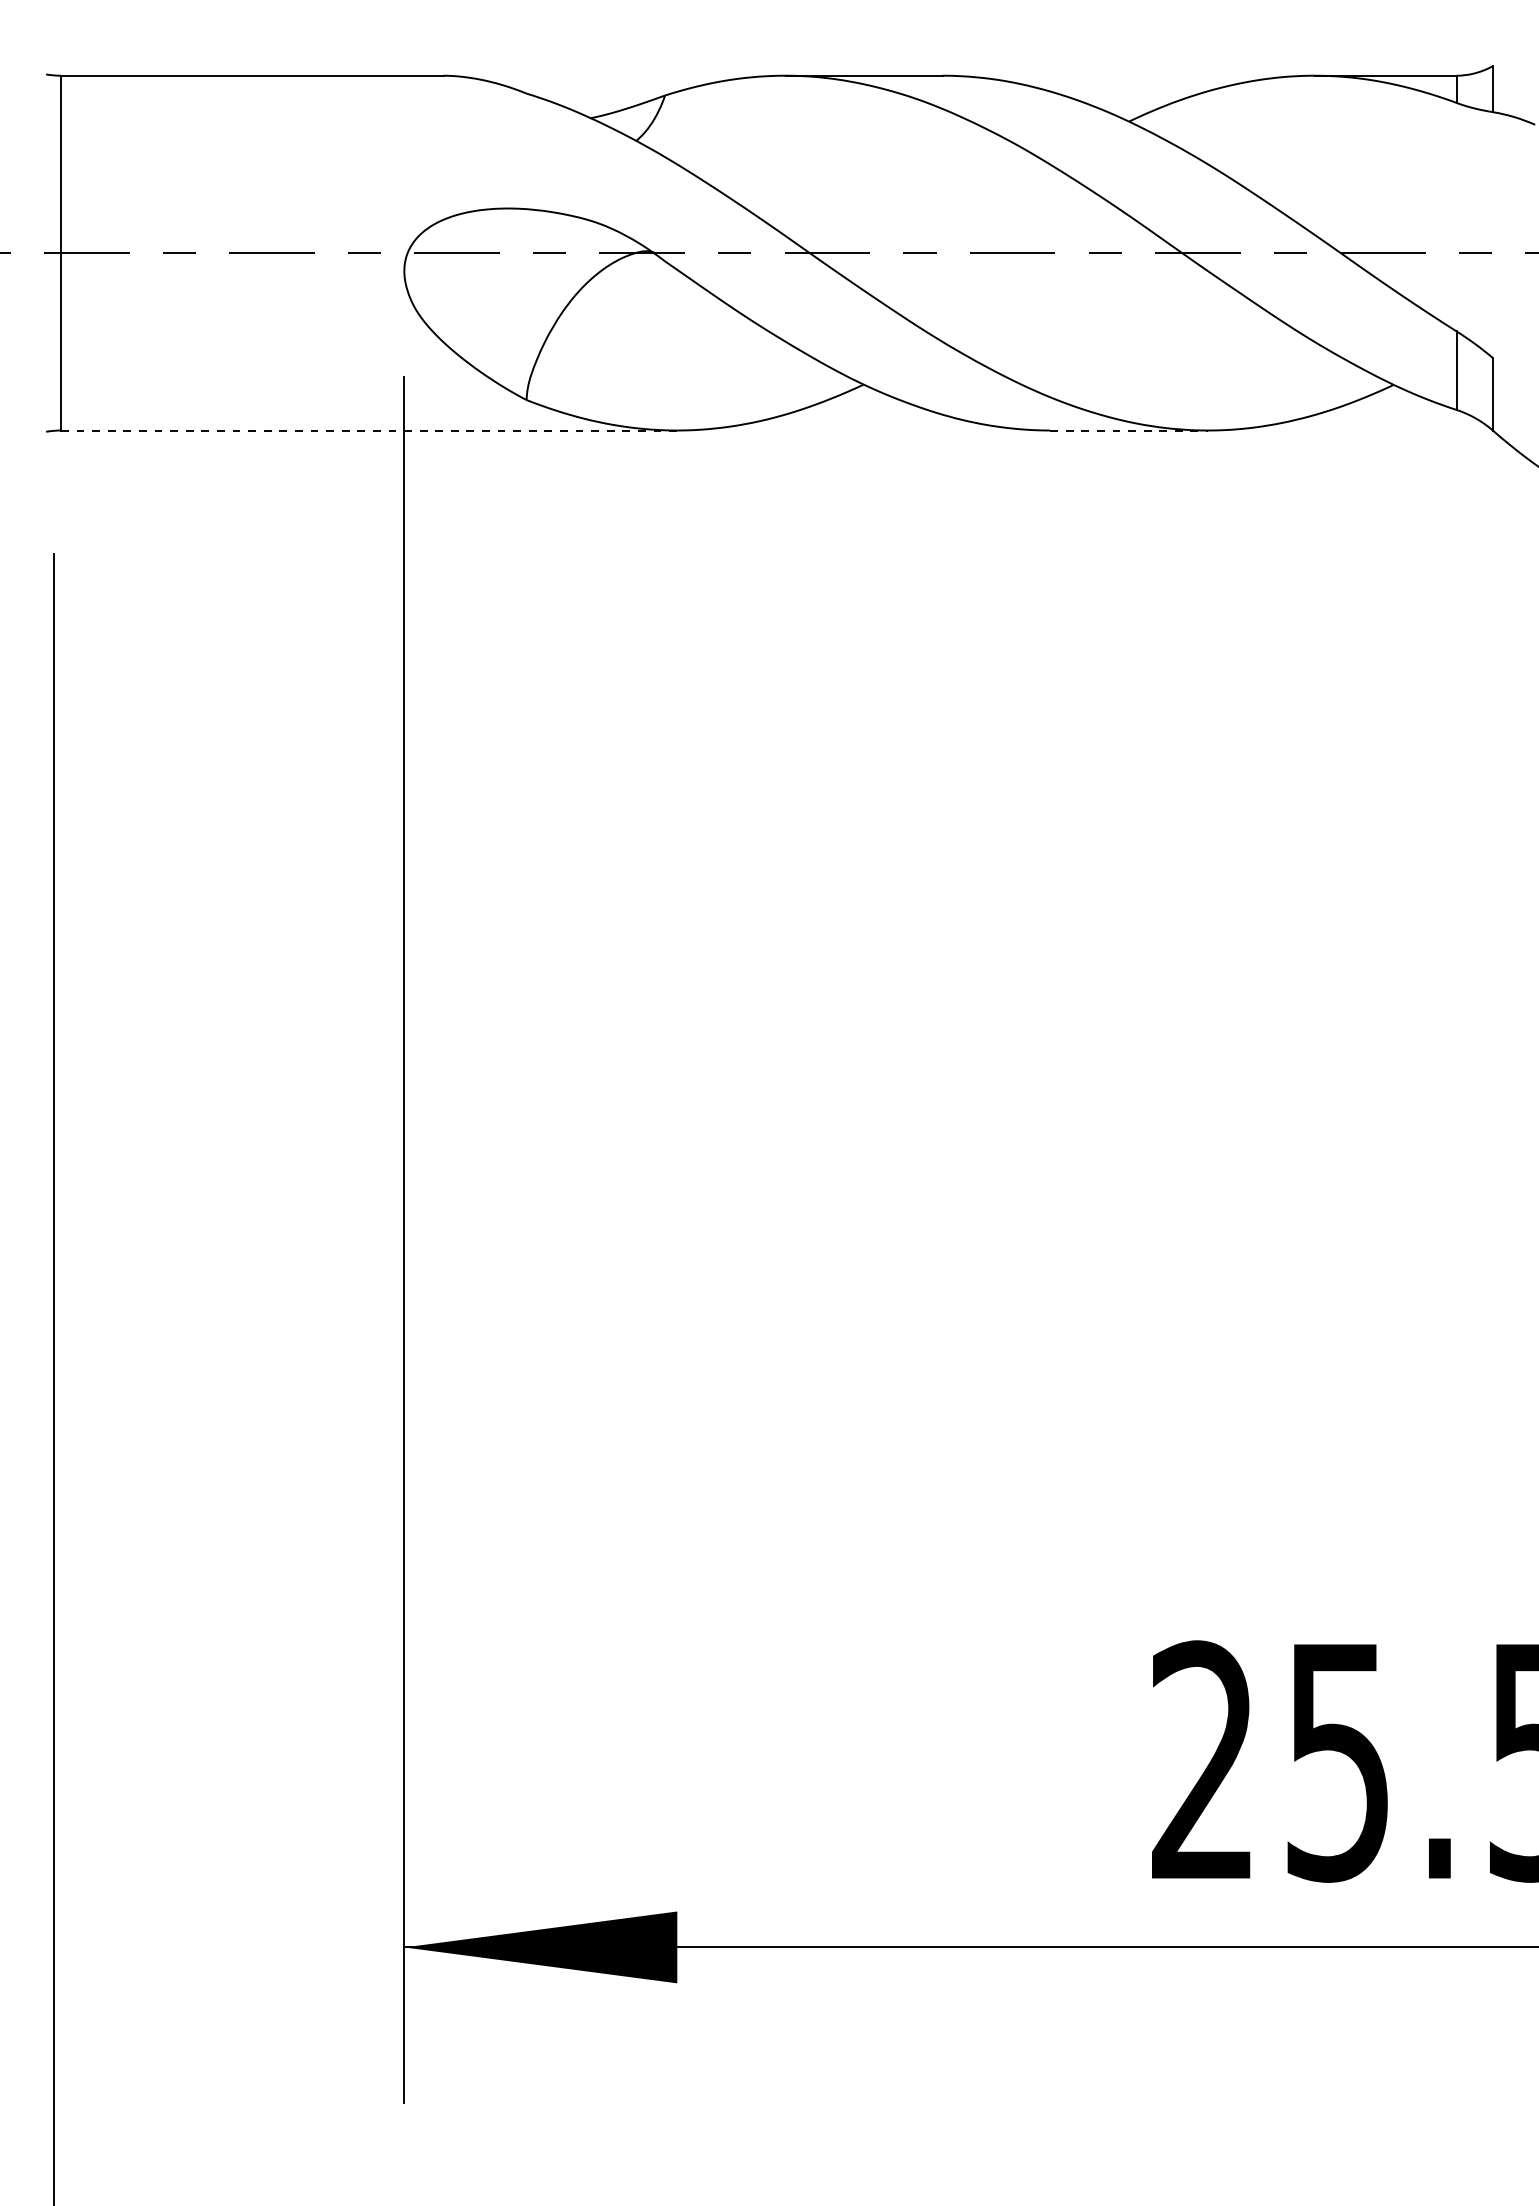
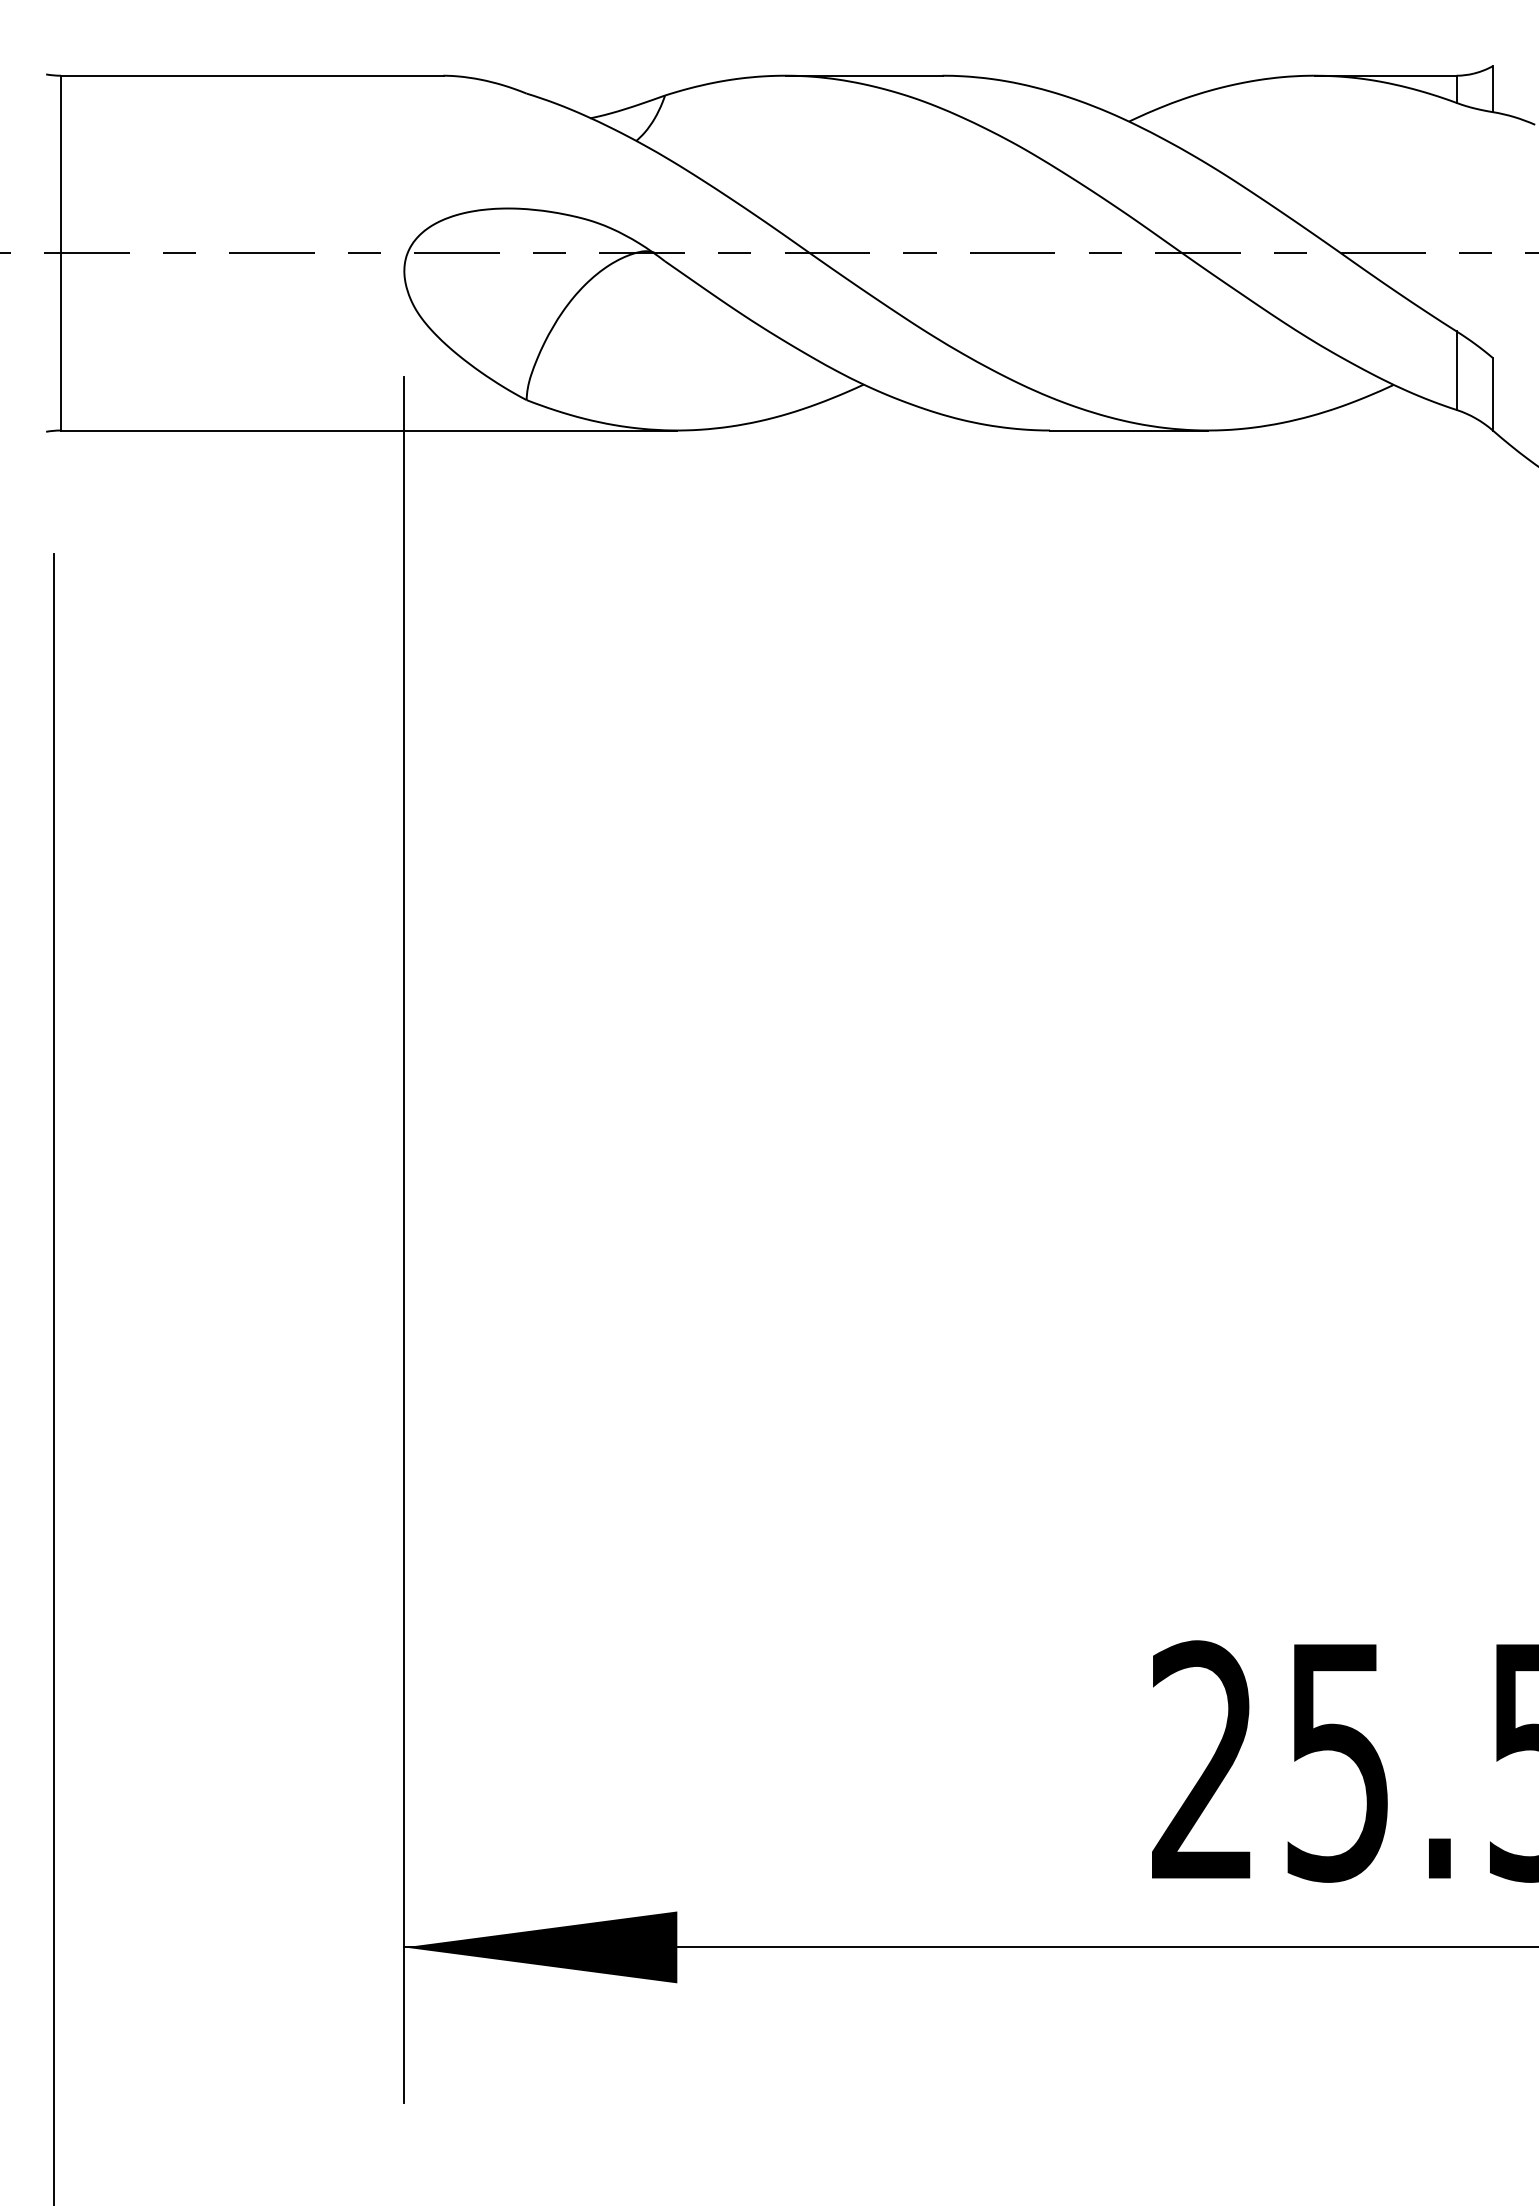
line at (369, 430): dashed -> solid
line at (1129, 430): dashed -> solid
